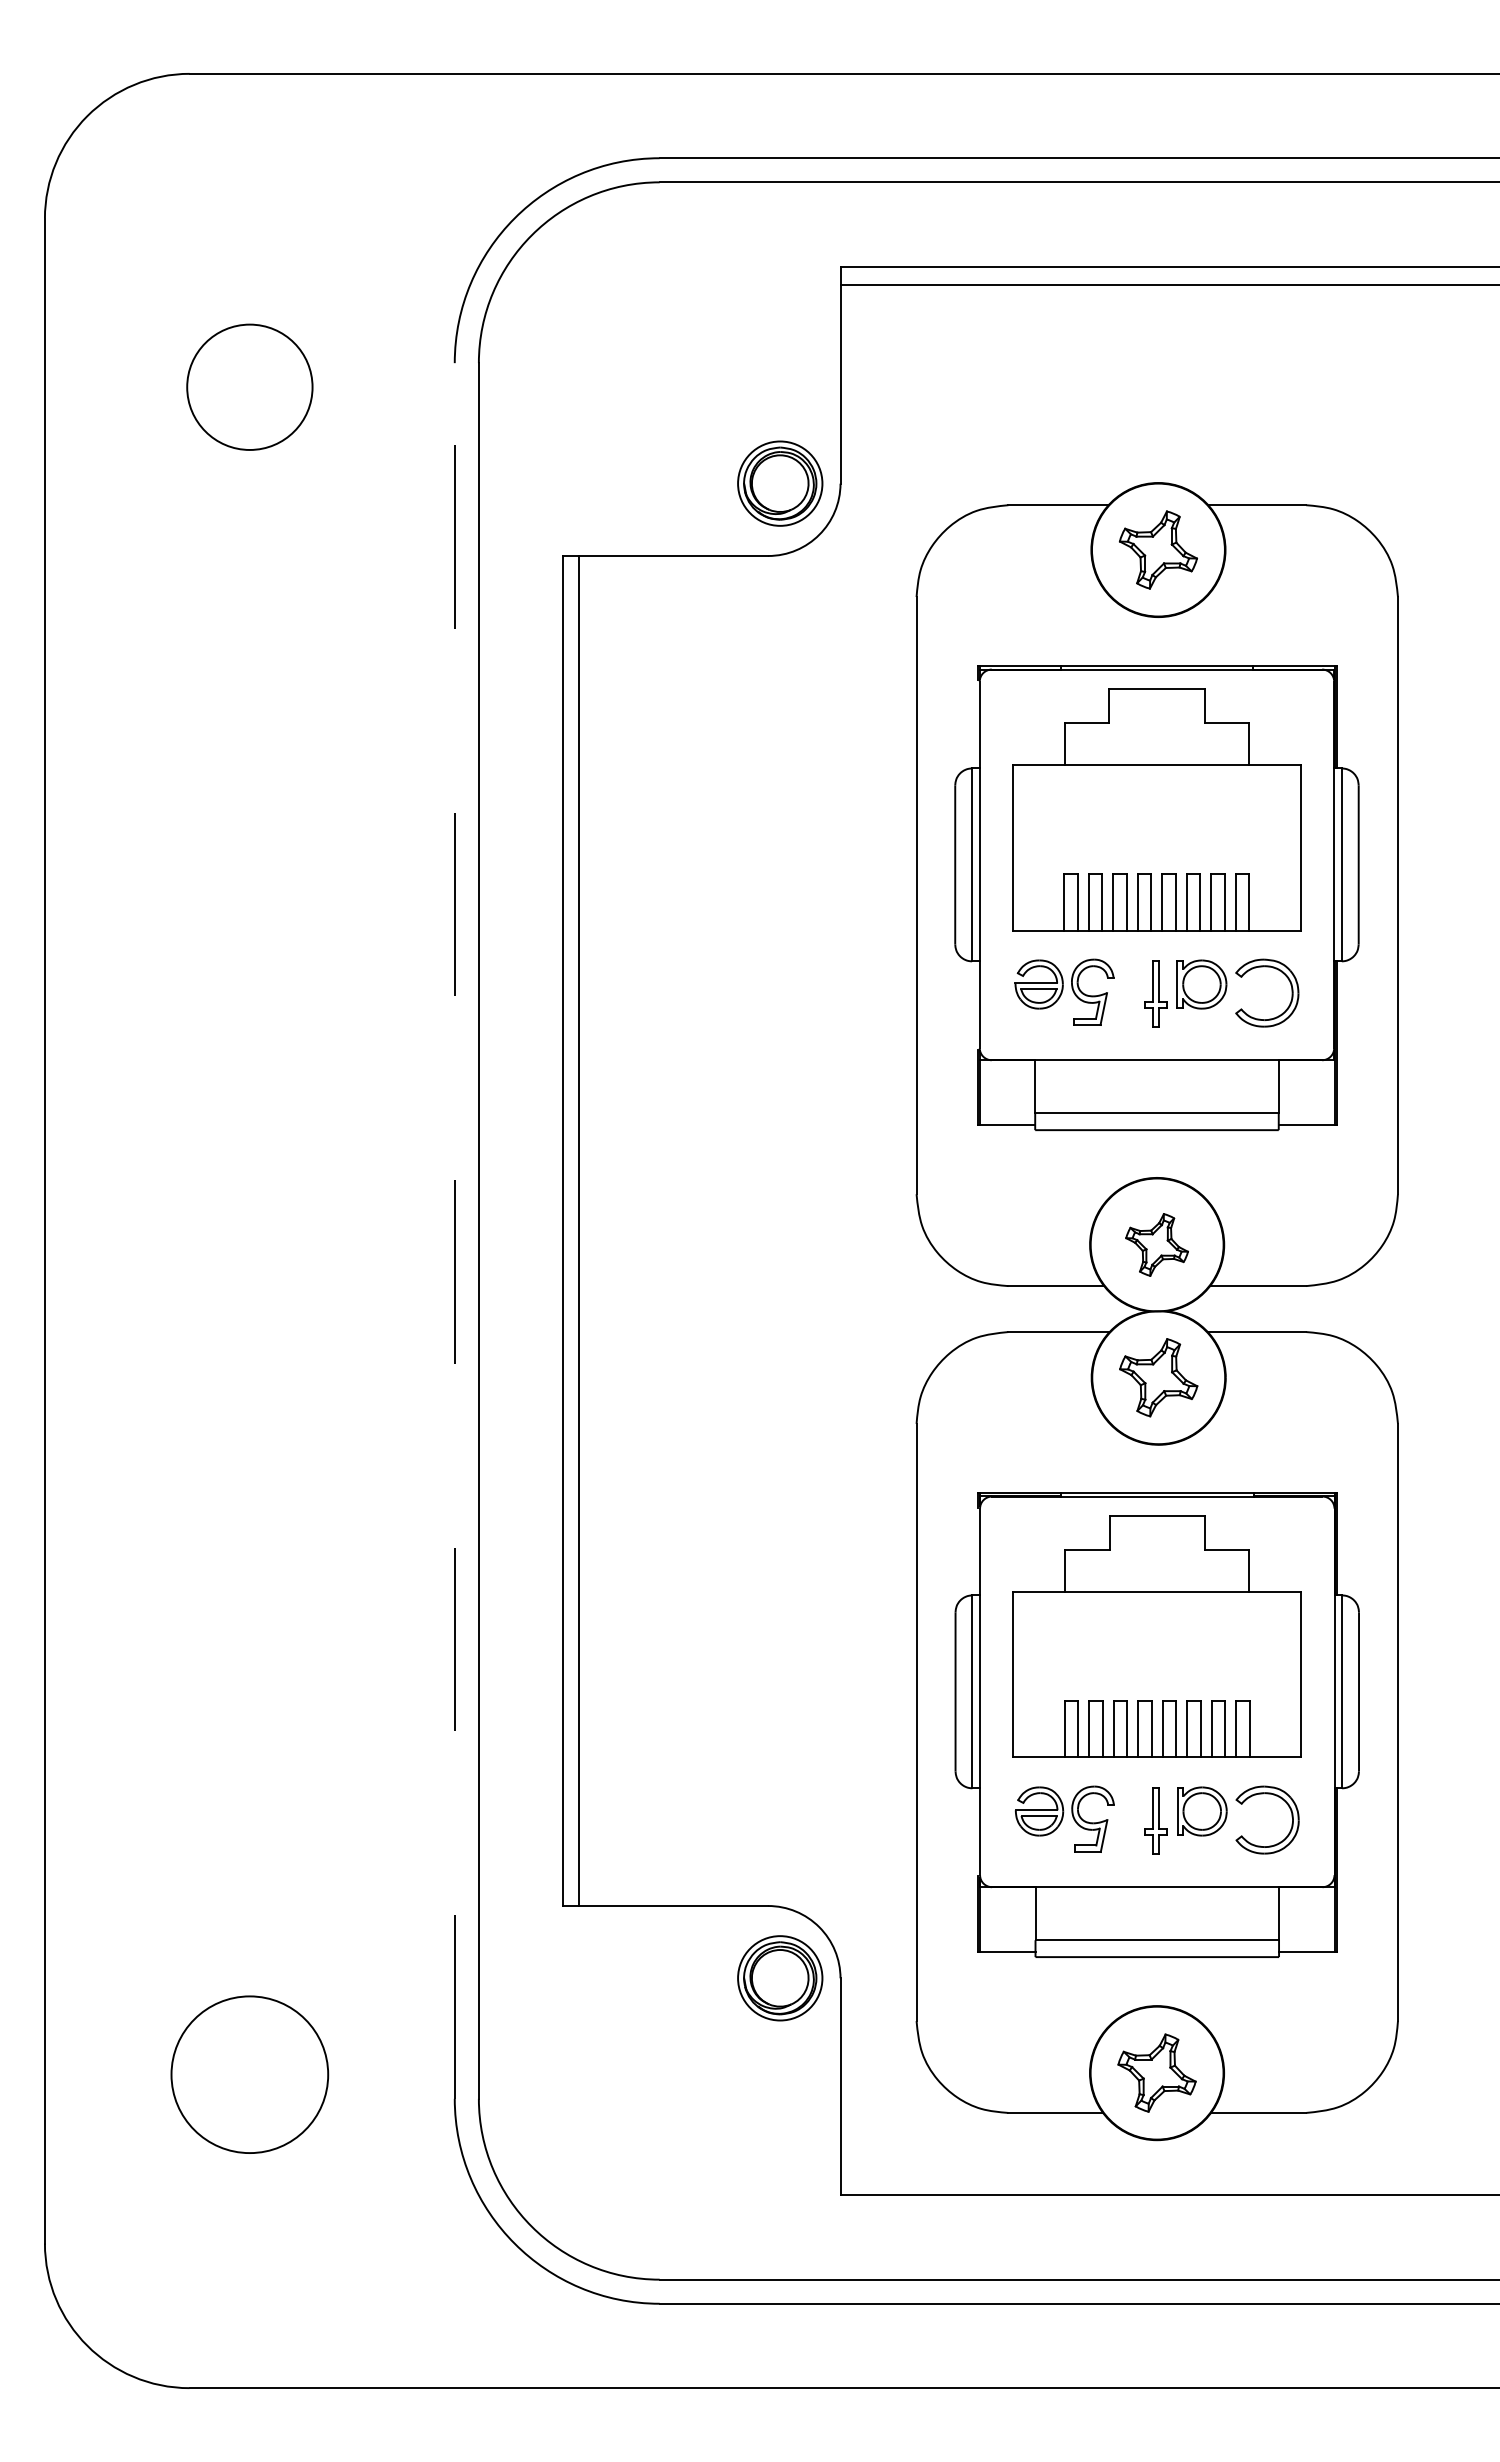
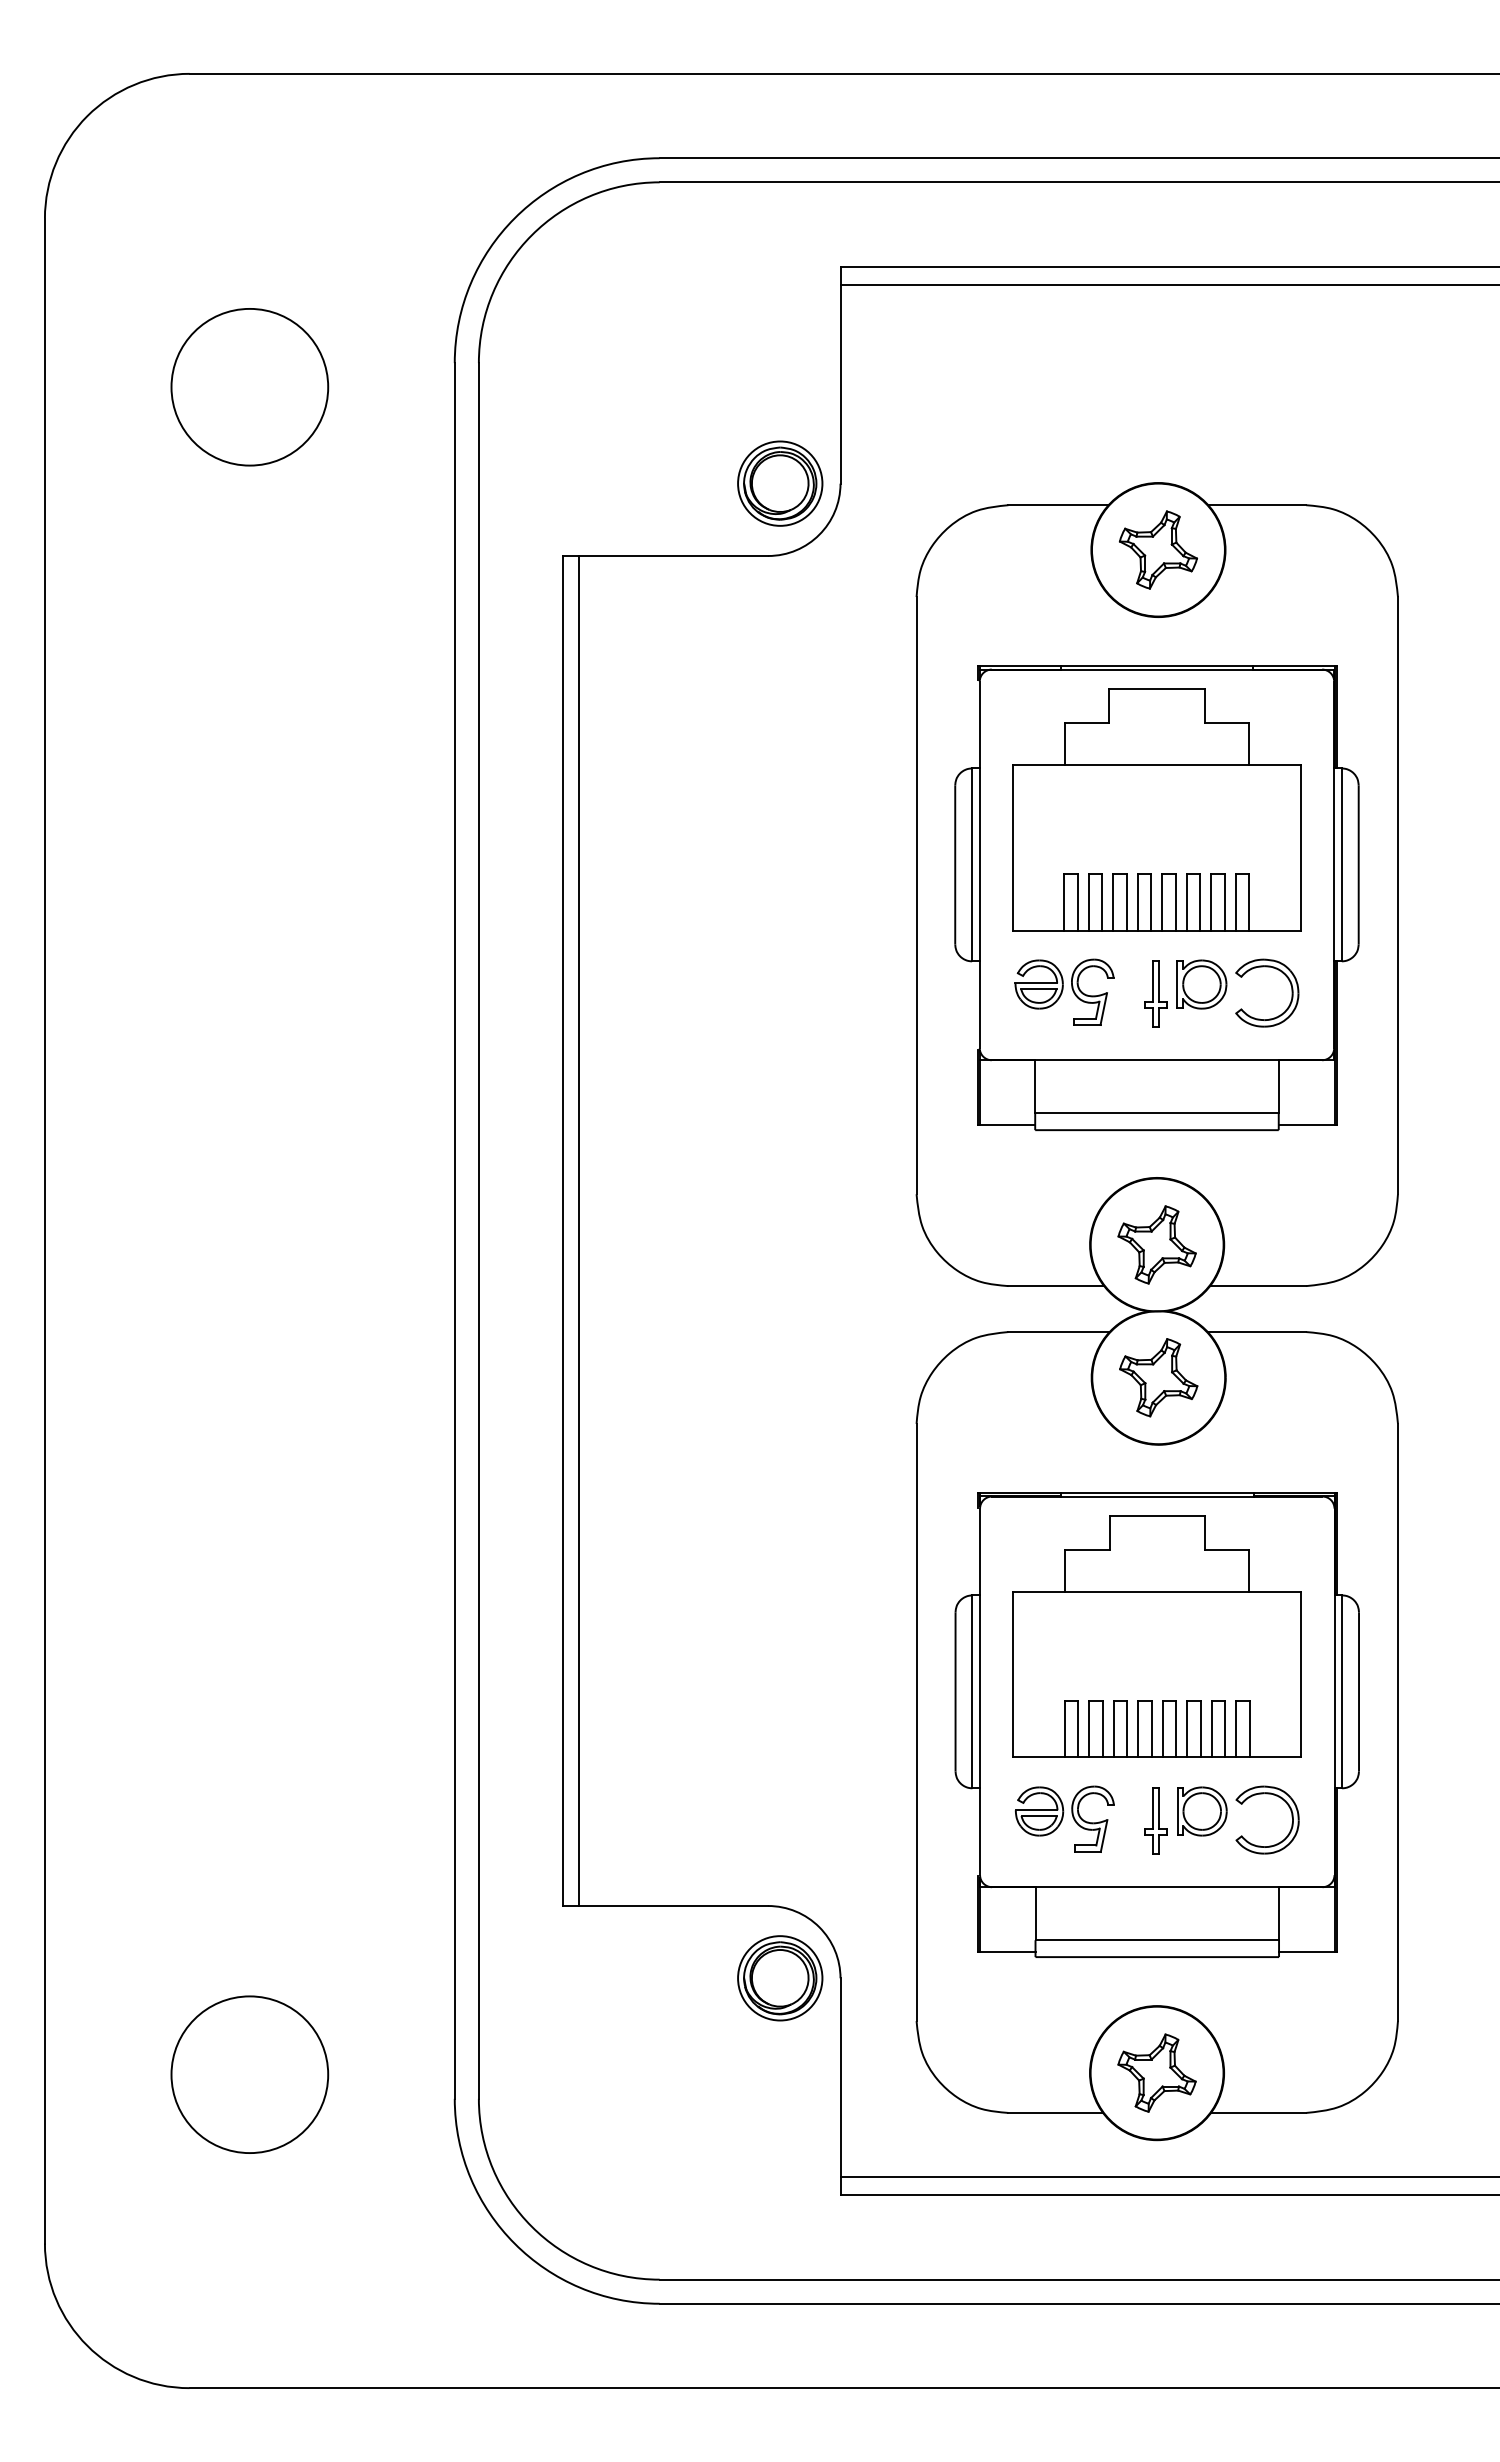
circle at (249, 386) size: 128x128 px -> 160x159 px
line at (454, 1231): dashed -> solid
part at (1156, 1244) size: 64x64 px -> 80x80 px
line at (1168, 2177): none -> present
